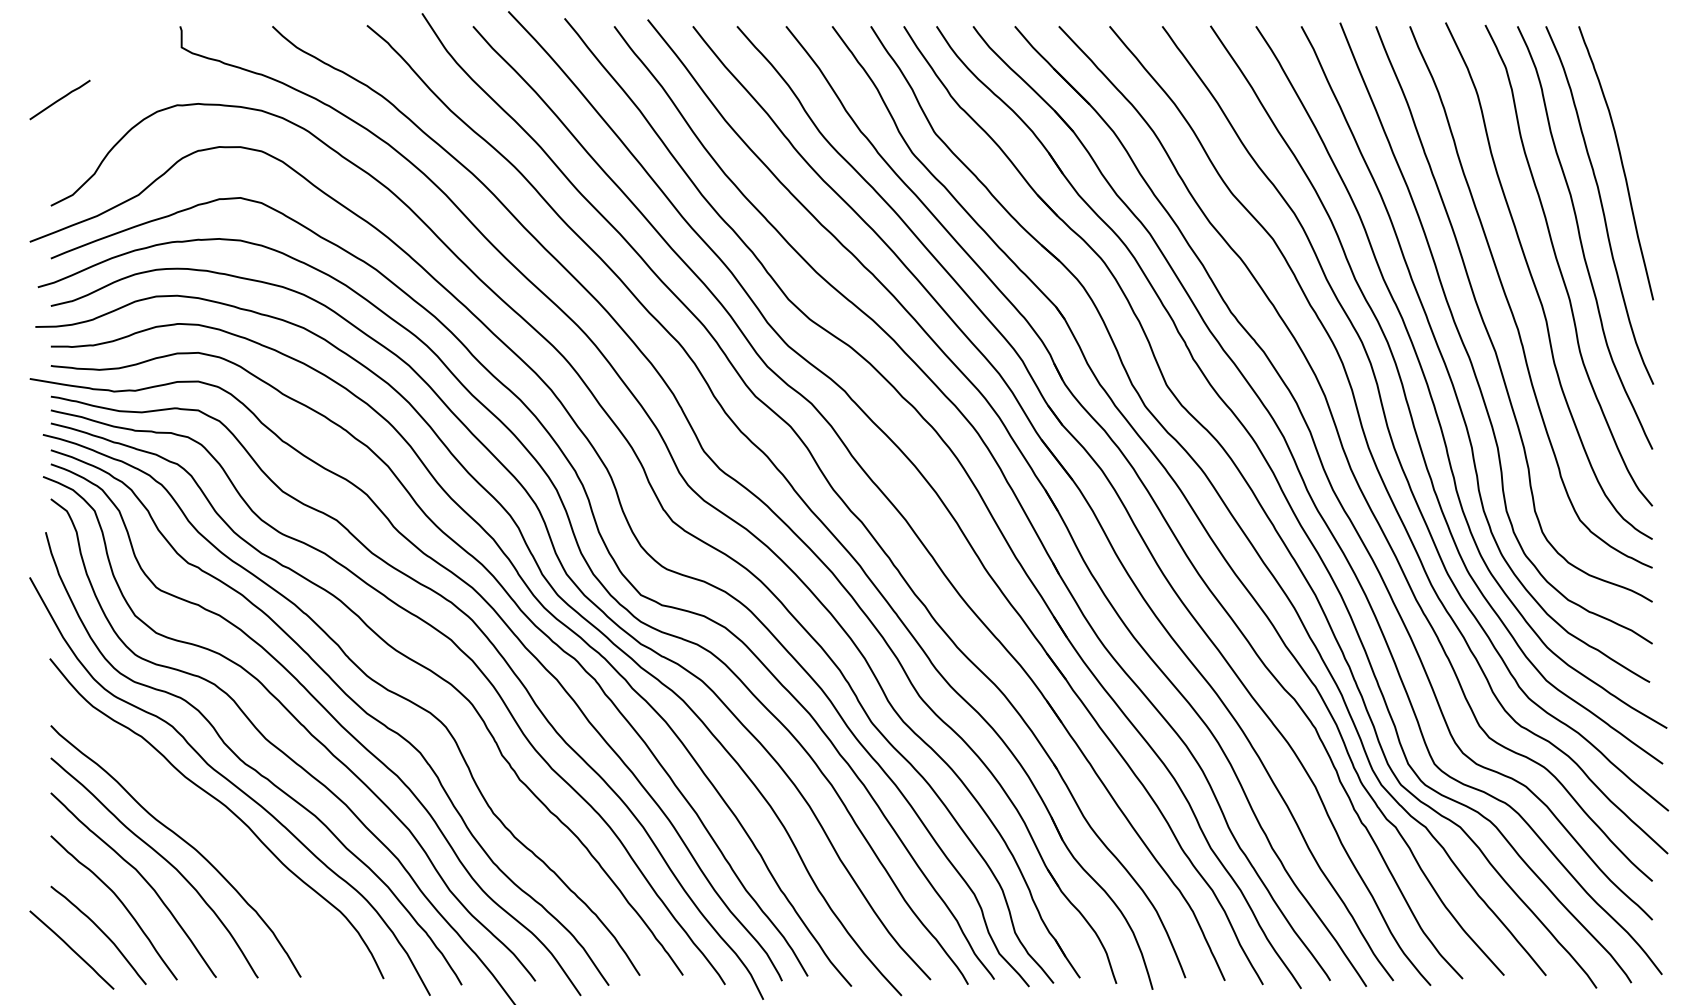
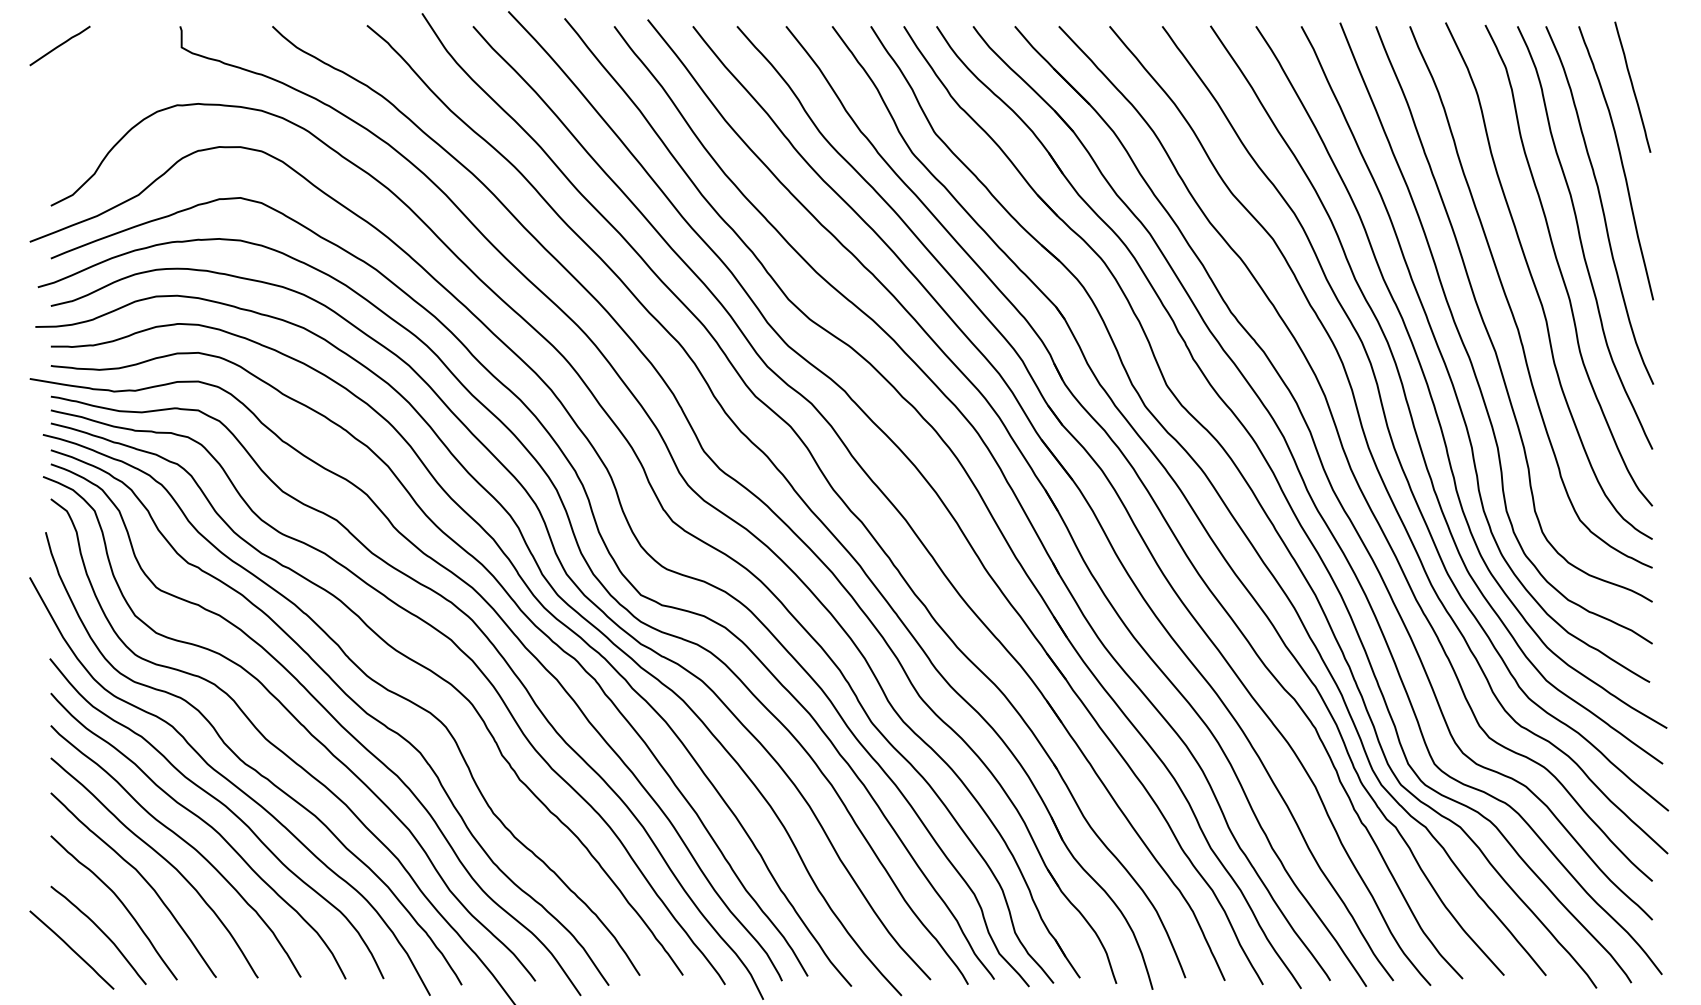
line at (1632, 86): none -> present
line at (59, 99) position: (59, 99) -> (59, 45)
curve at (207, 825): none -> present
